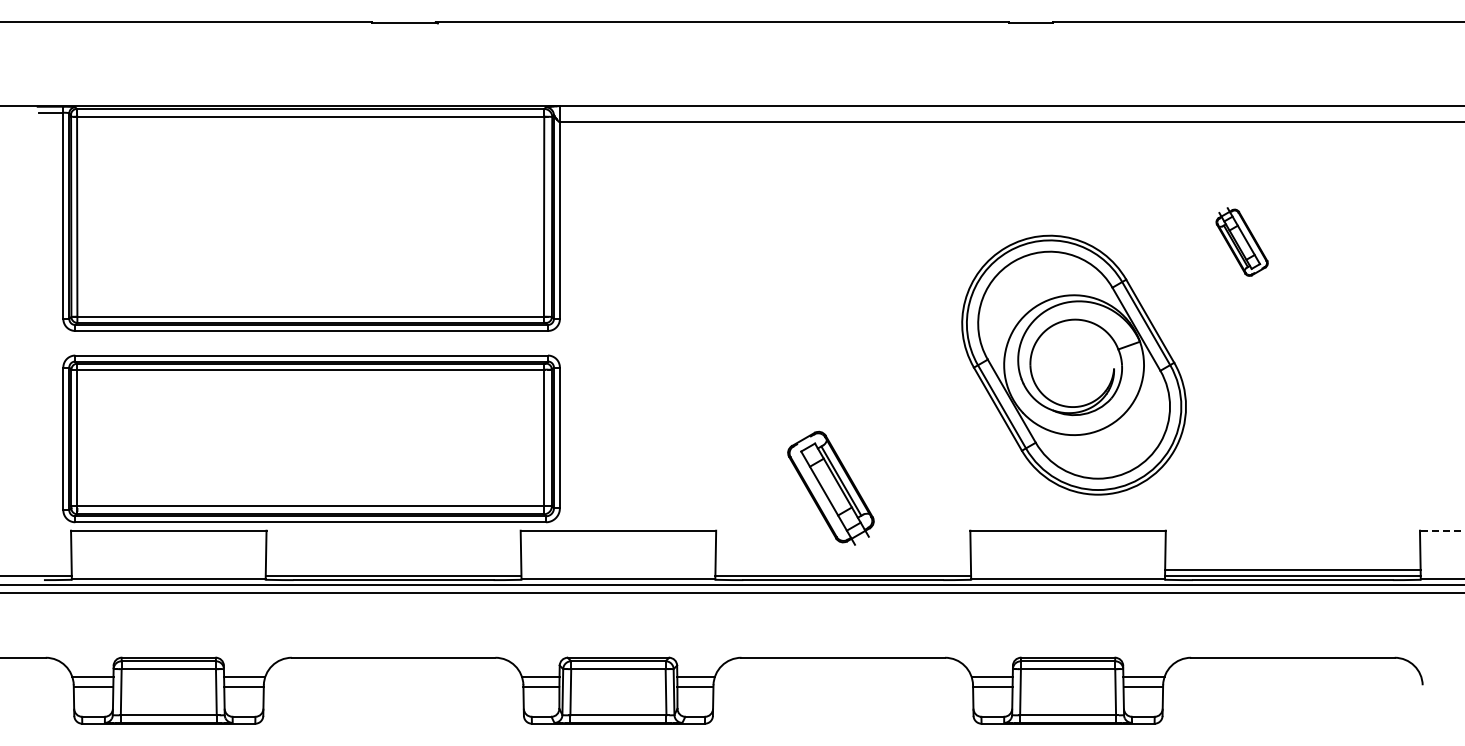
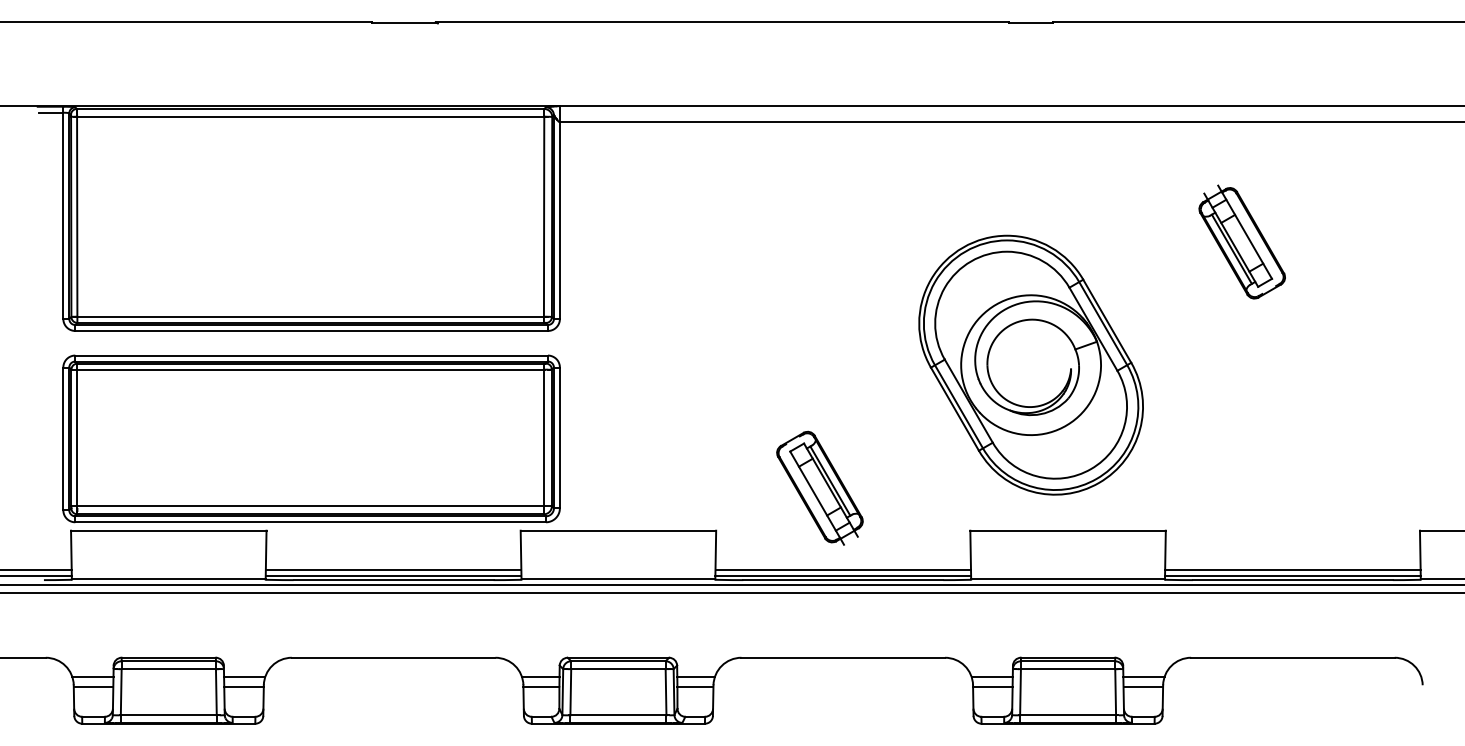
part at (1241, 241) size: 54x70 px -> 88x116 px
part at (1073, 364) position: (1073, 364) -> (1030, 364)
part at (830, 487) position: (830, 487) -> (819, 487)
line at (1441, 530): dashed -> solid
line at (36, 569): none -> present
line at (393, 569): none -> present
line at (843, 569): none -> present
